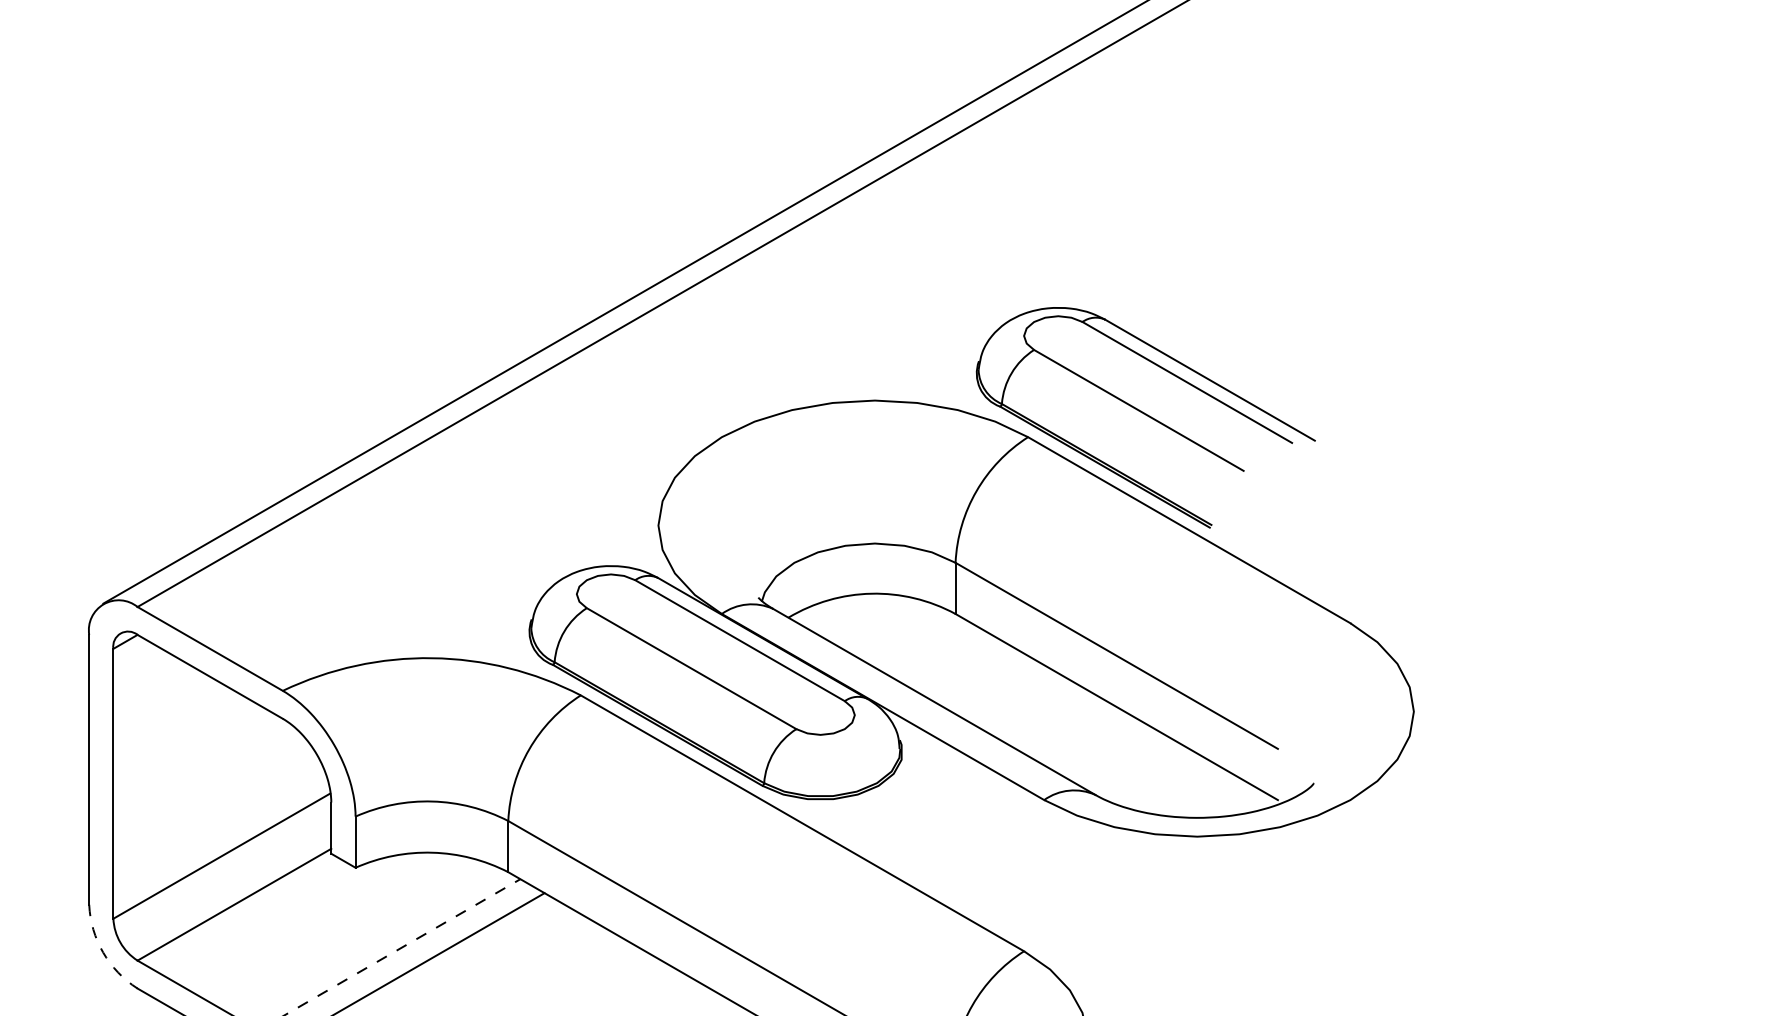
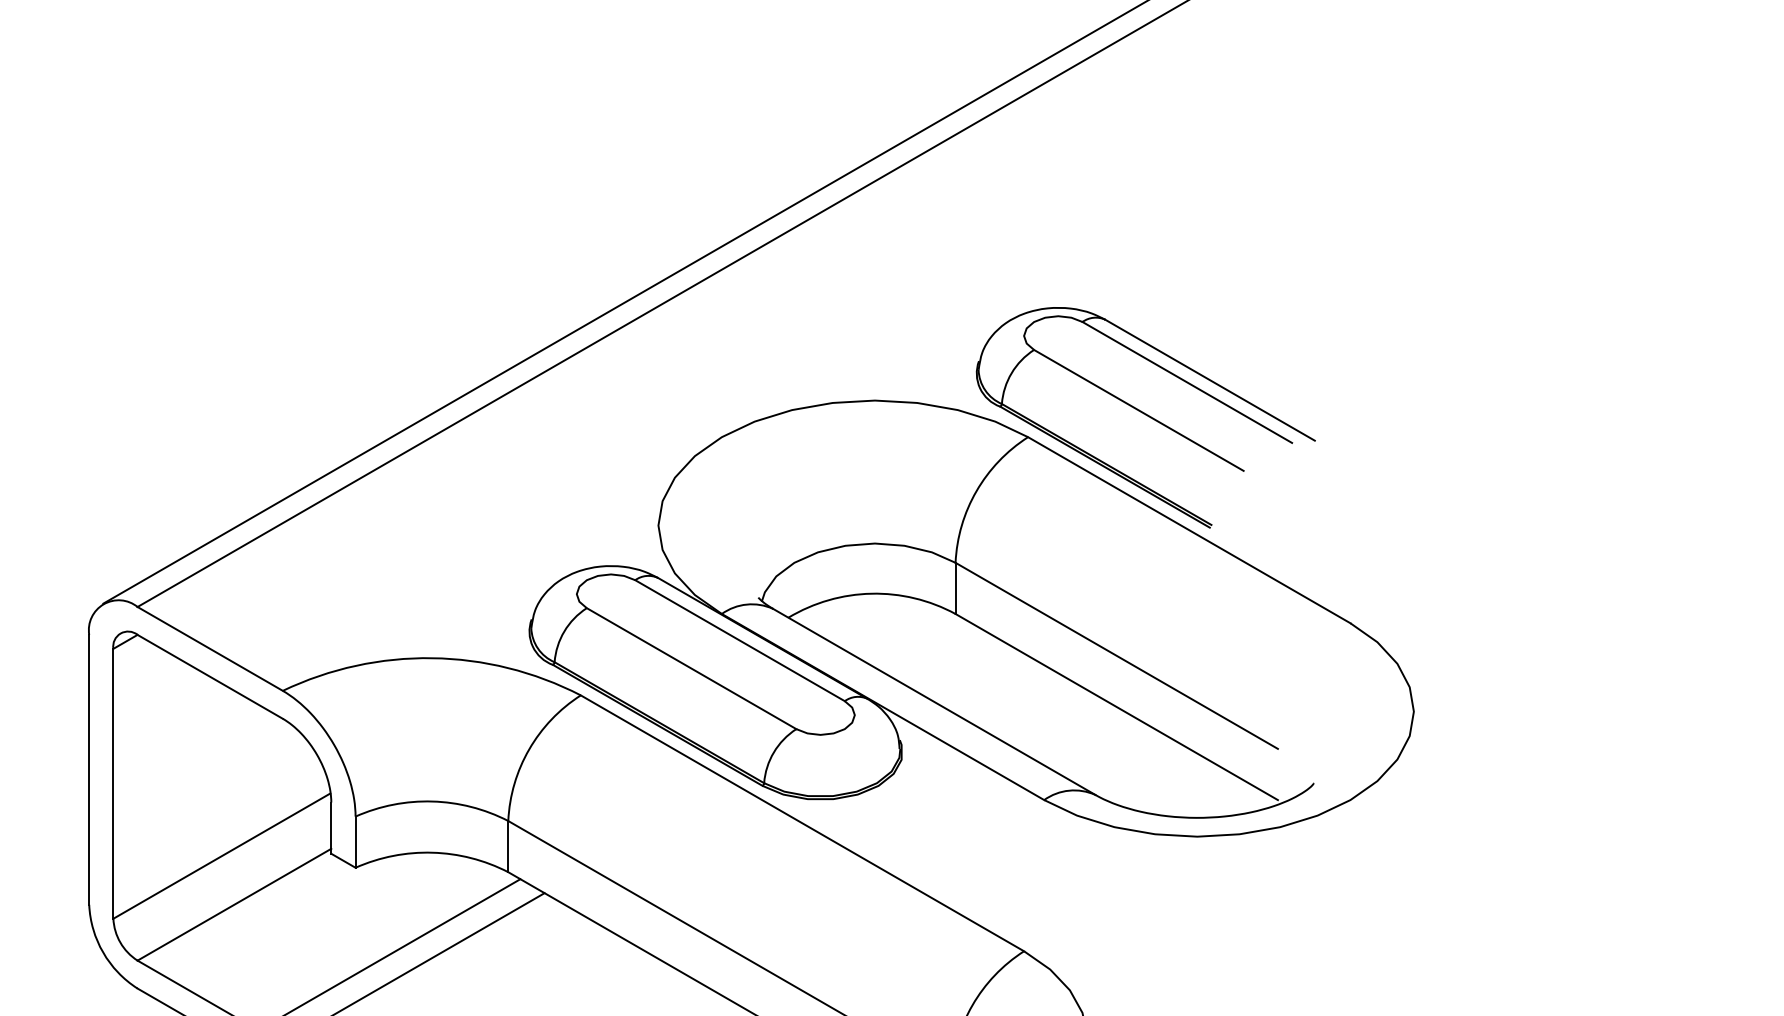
line at (401, 947): dashed -> solid
arc at (103, 952): dashed -> solid
